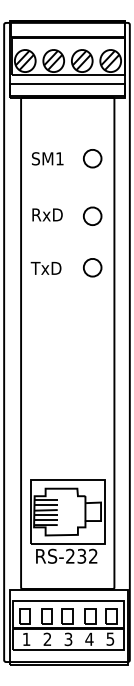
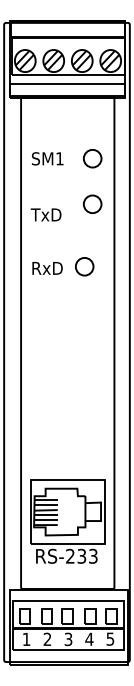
text at (46, 214): RxD -> TxD
part at (92, 215) position: (92, 215) -> (92, 203)
text at (46, 267): TxD -> RxD
part at (92, 267) position: (92, 267) -> (84, 266)
text at (93, 556): RS-232 -> RS-233
